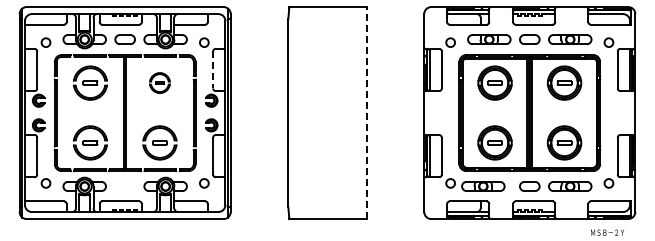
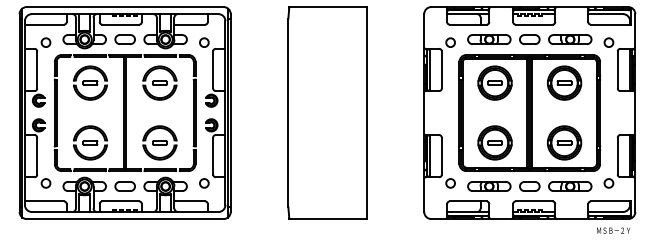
line at (213, 70): dashed -> solid
part at (159, 82) size: 22x22 px -> 36x36 px
line at (366, 113): dashed -> solid
part at (124, 186): none -> present
part at (483, 186) position: (483, 186) -> (489, 186)
text at (607, 232) position: (607, 232) -> (613, 230)
